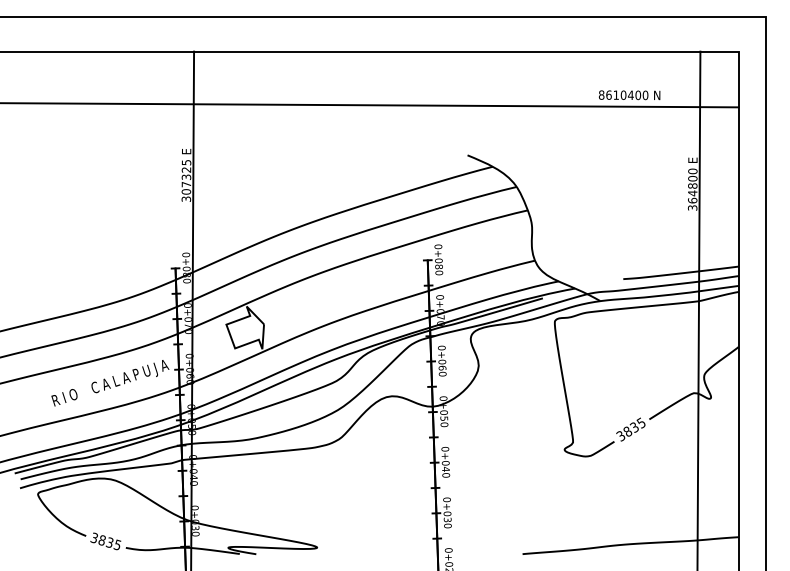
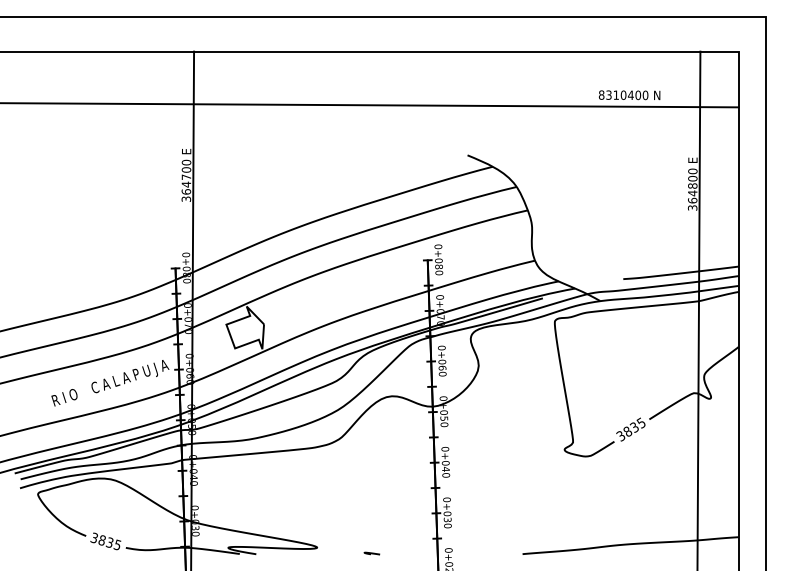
text at (608, 94): 8610400 -> 8310400
text at (186, 176): 307325 -> 364700
curve at (371, 553): none -> present
